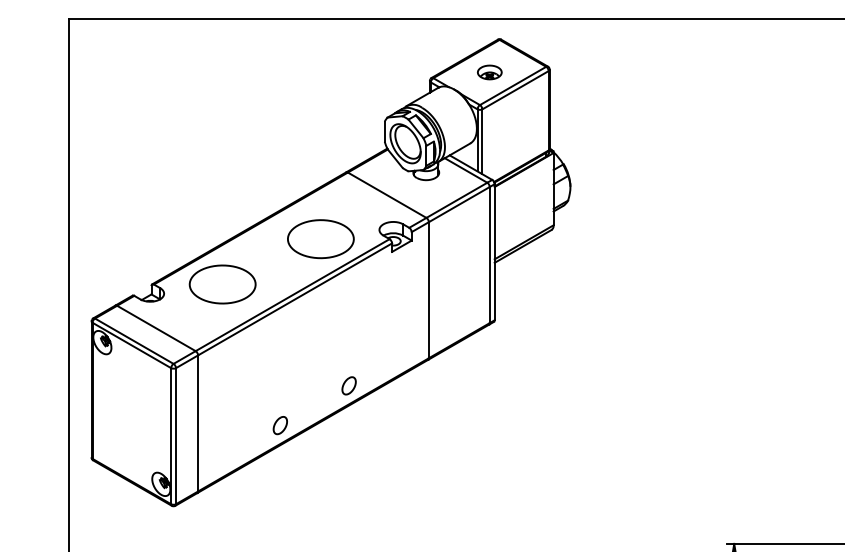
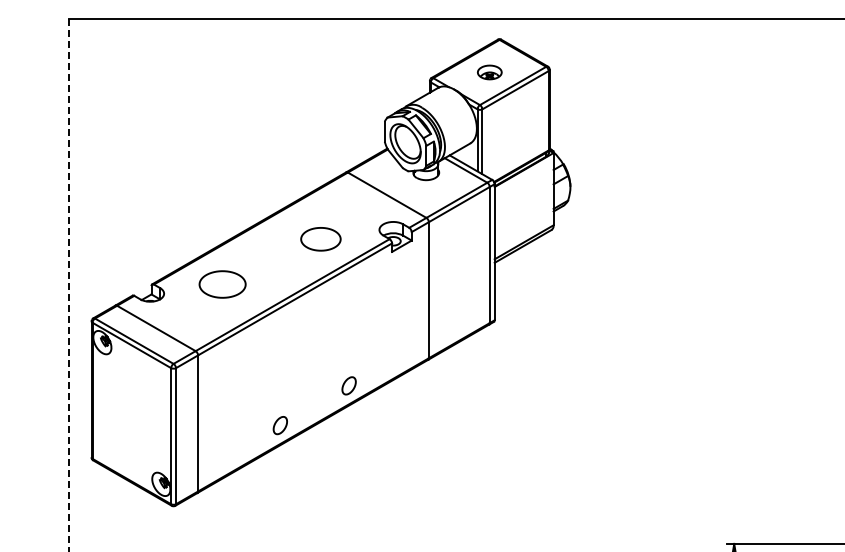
part at (320, 239) size: 68x41 px -> 42x25 px
part at (222, 284) size: 69x41 px -> 49x29 px
line at (68, 285): solid -> dashed
